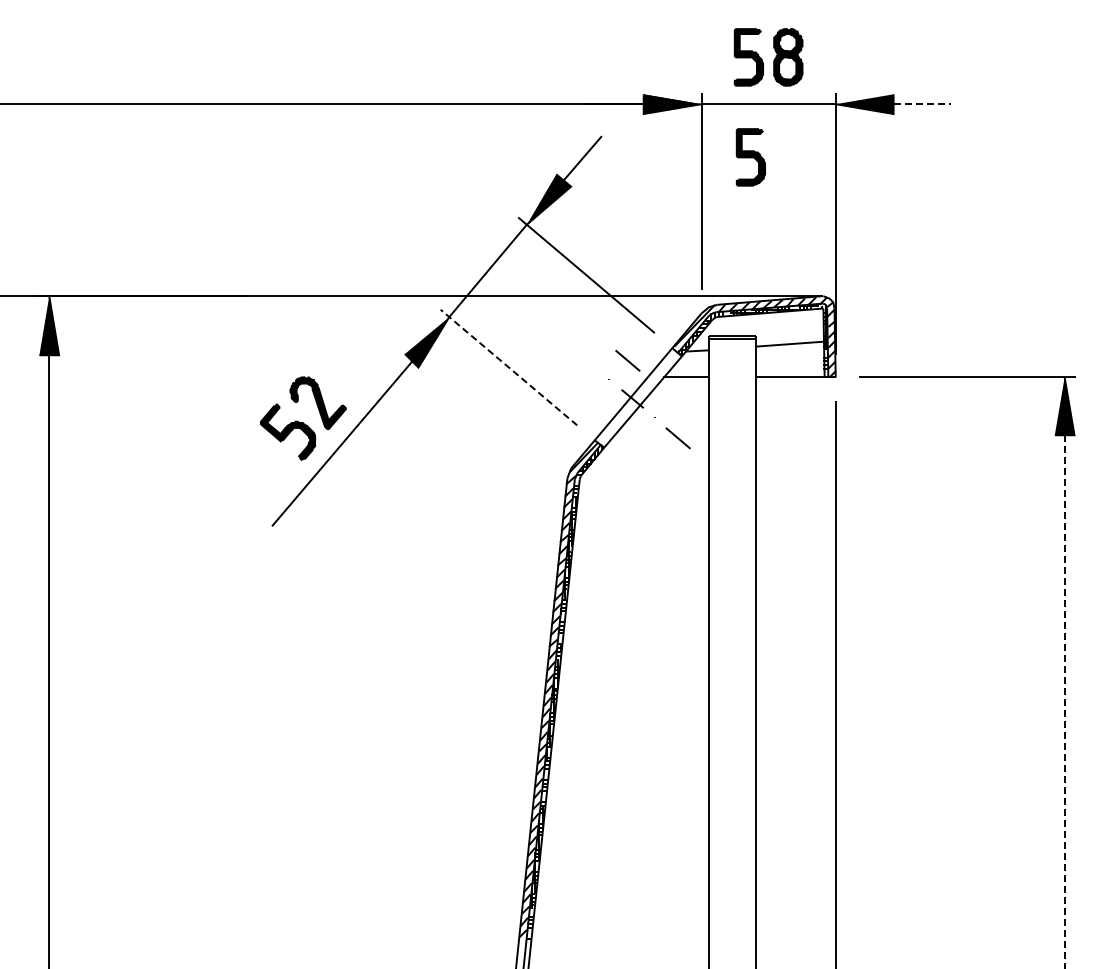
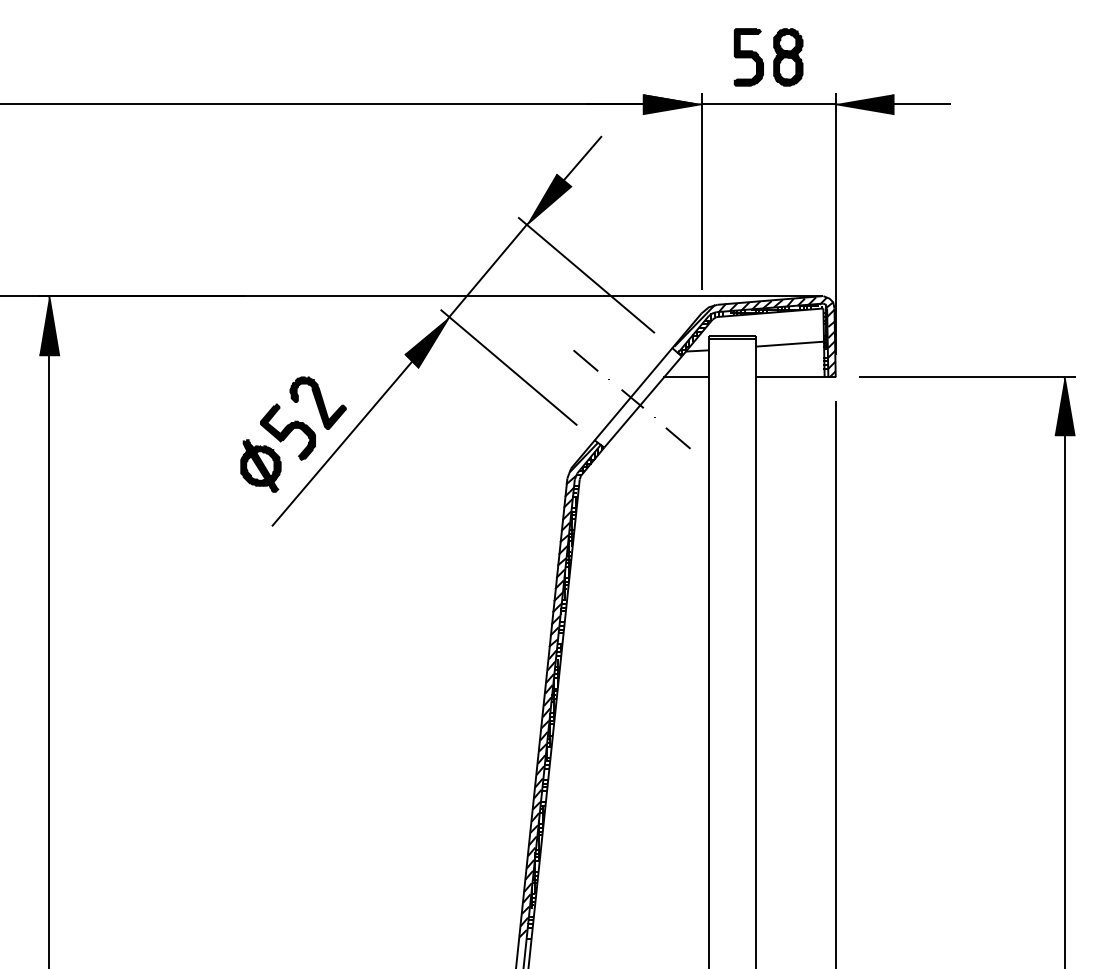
line at (922, 104): dashed -> solid
part at (750, 157): present -> none
line at (627, 360) position: (627, 360) -> (585, 360)
line at (508, 367): dashed -> solid
part at (260, 465): none -> present
line at (1064, 702): dashed -> solid
